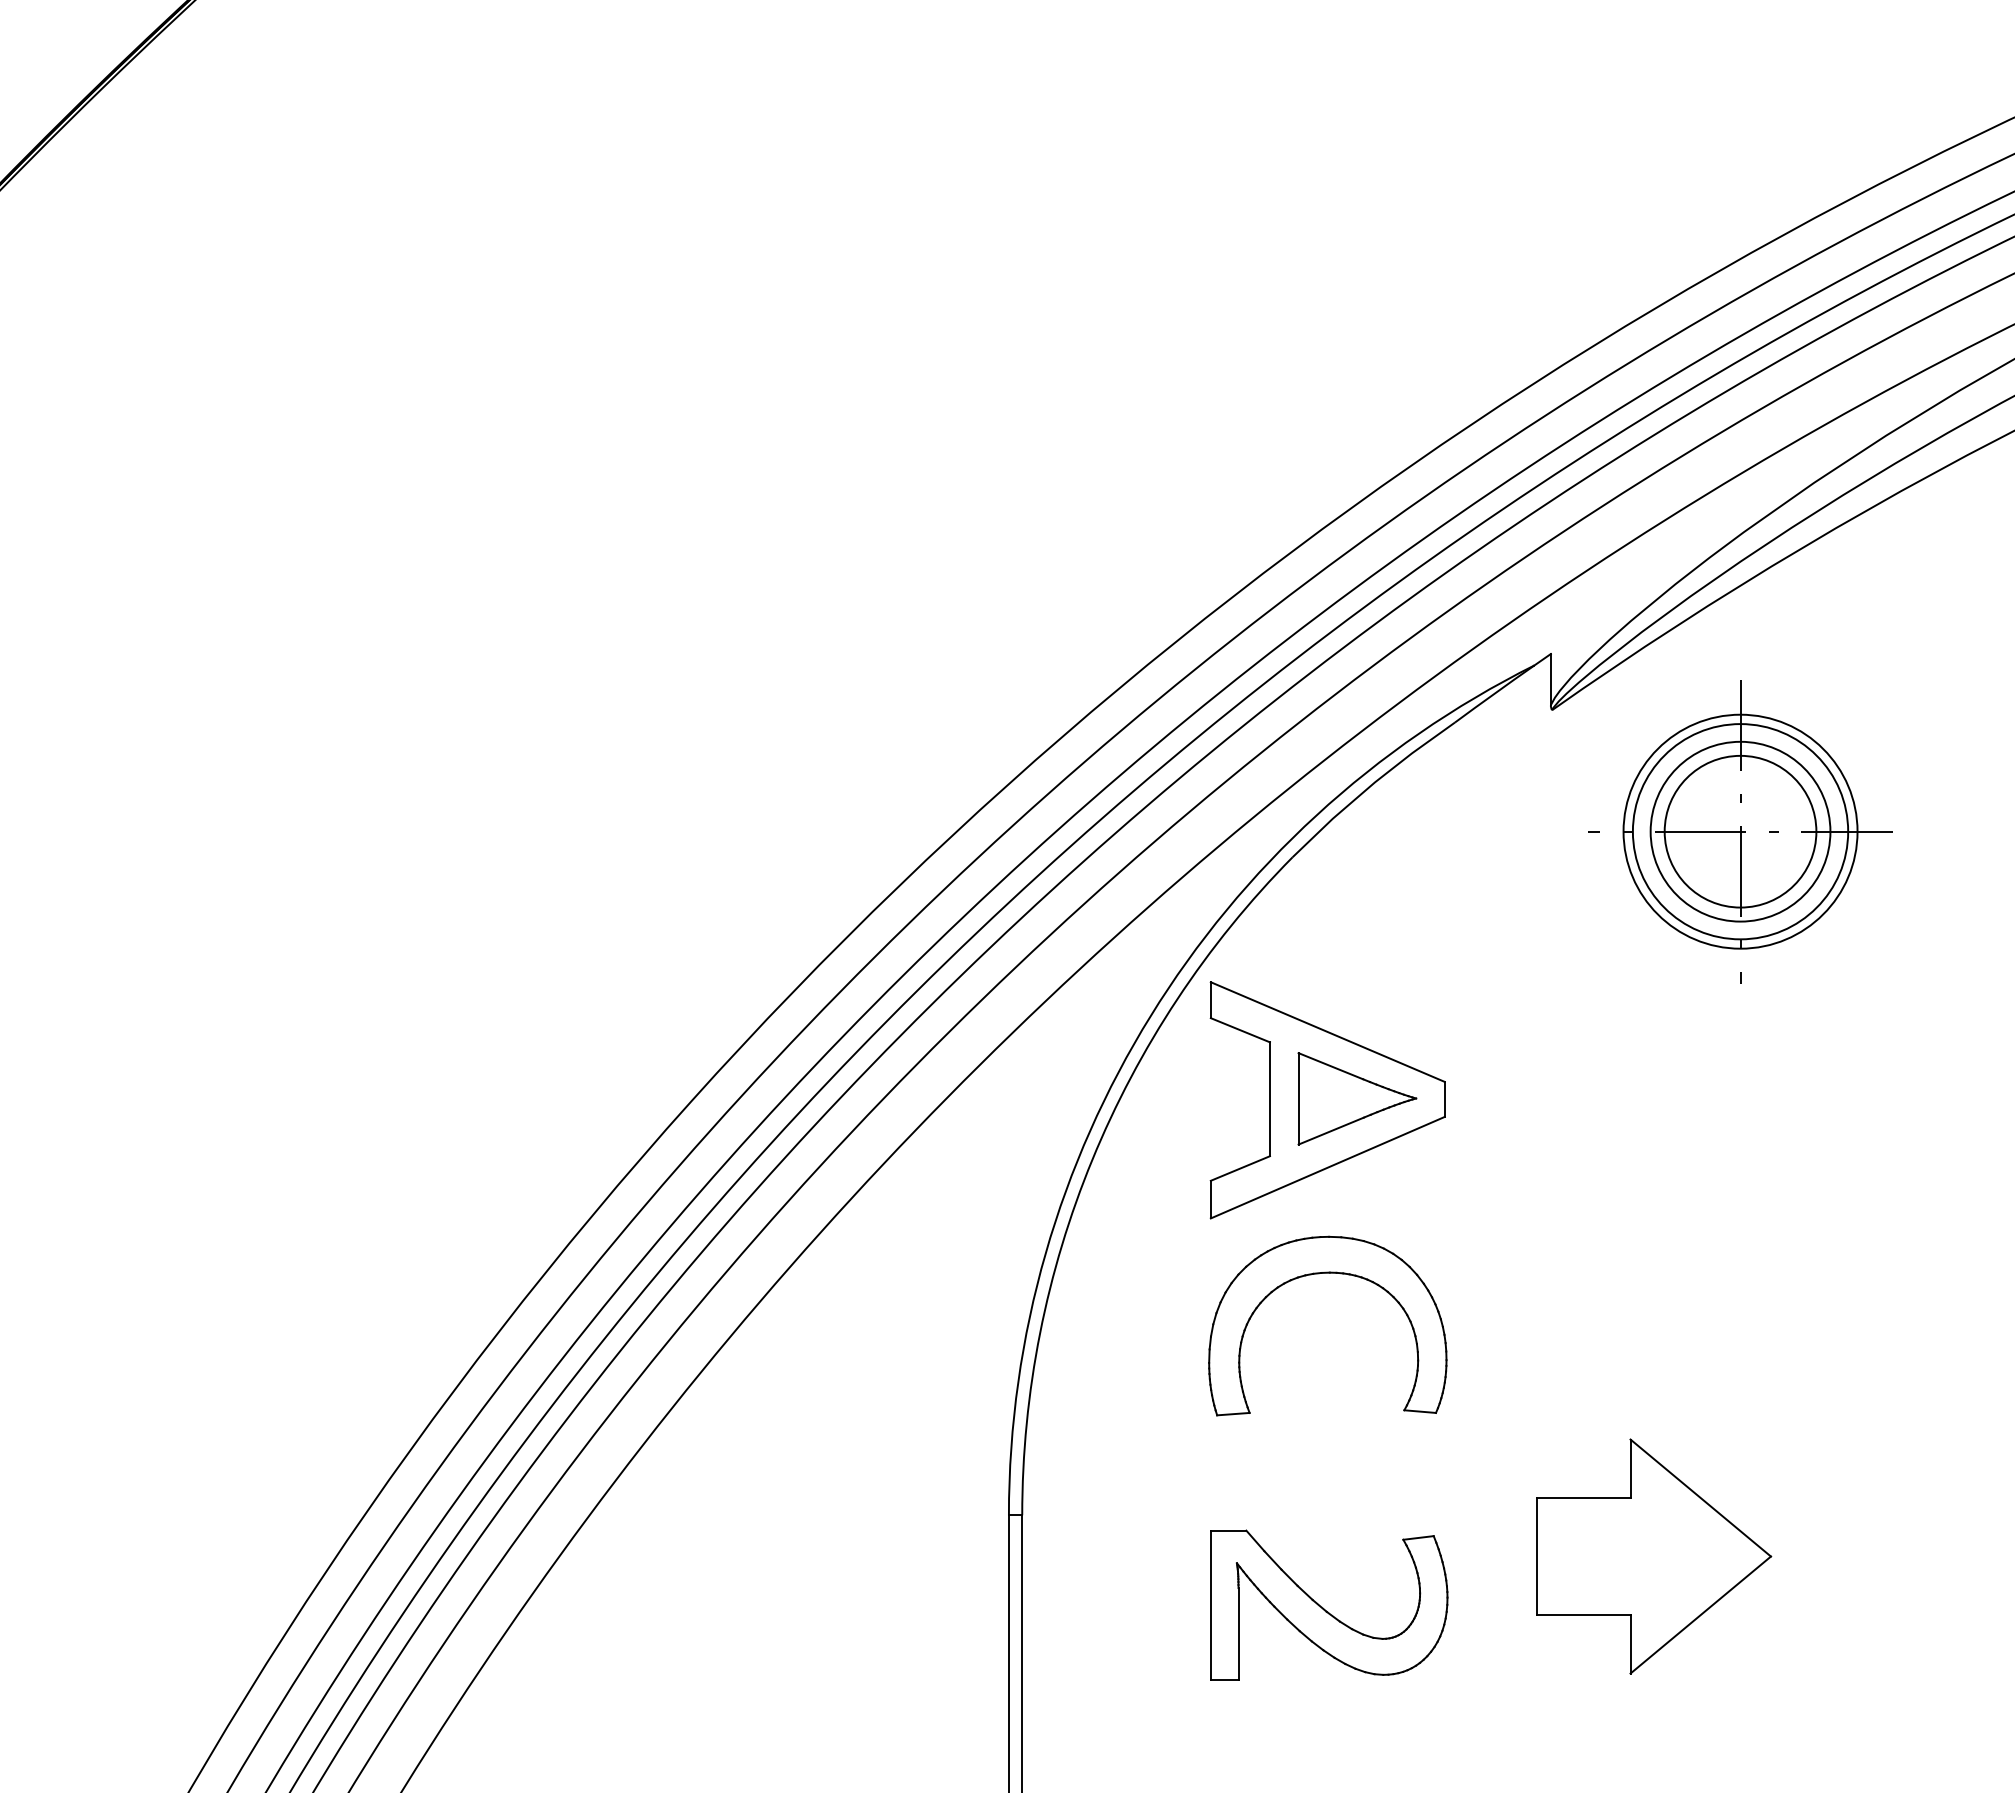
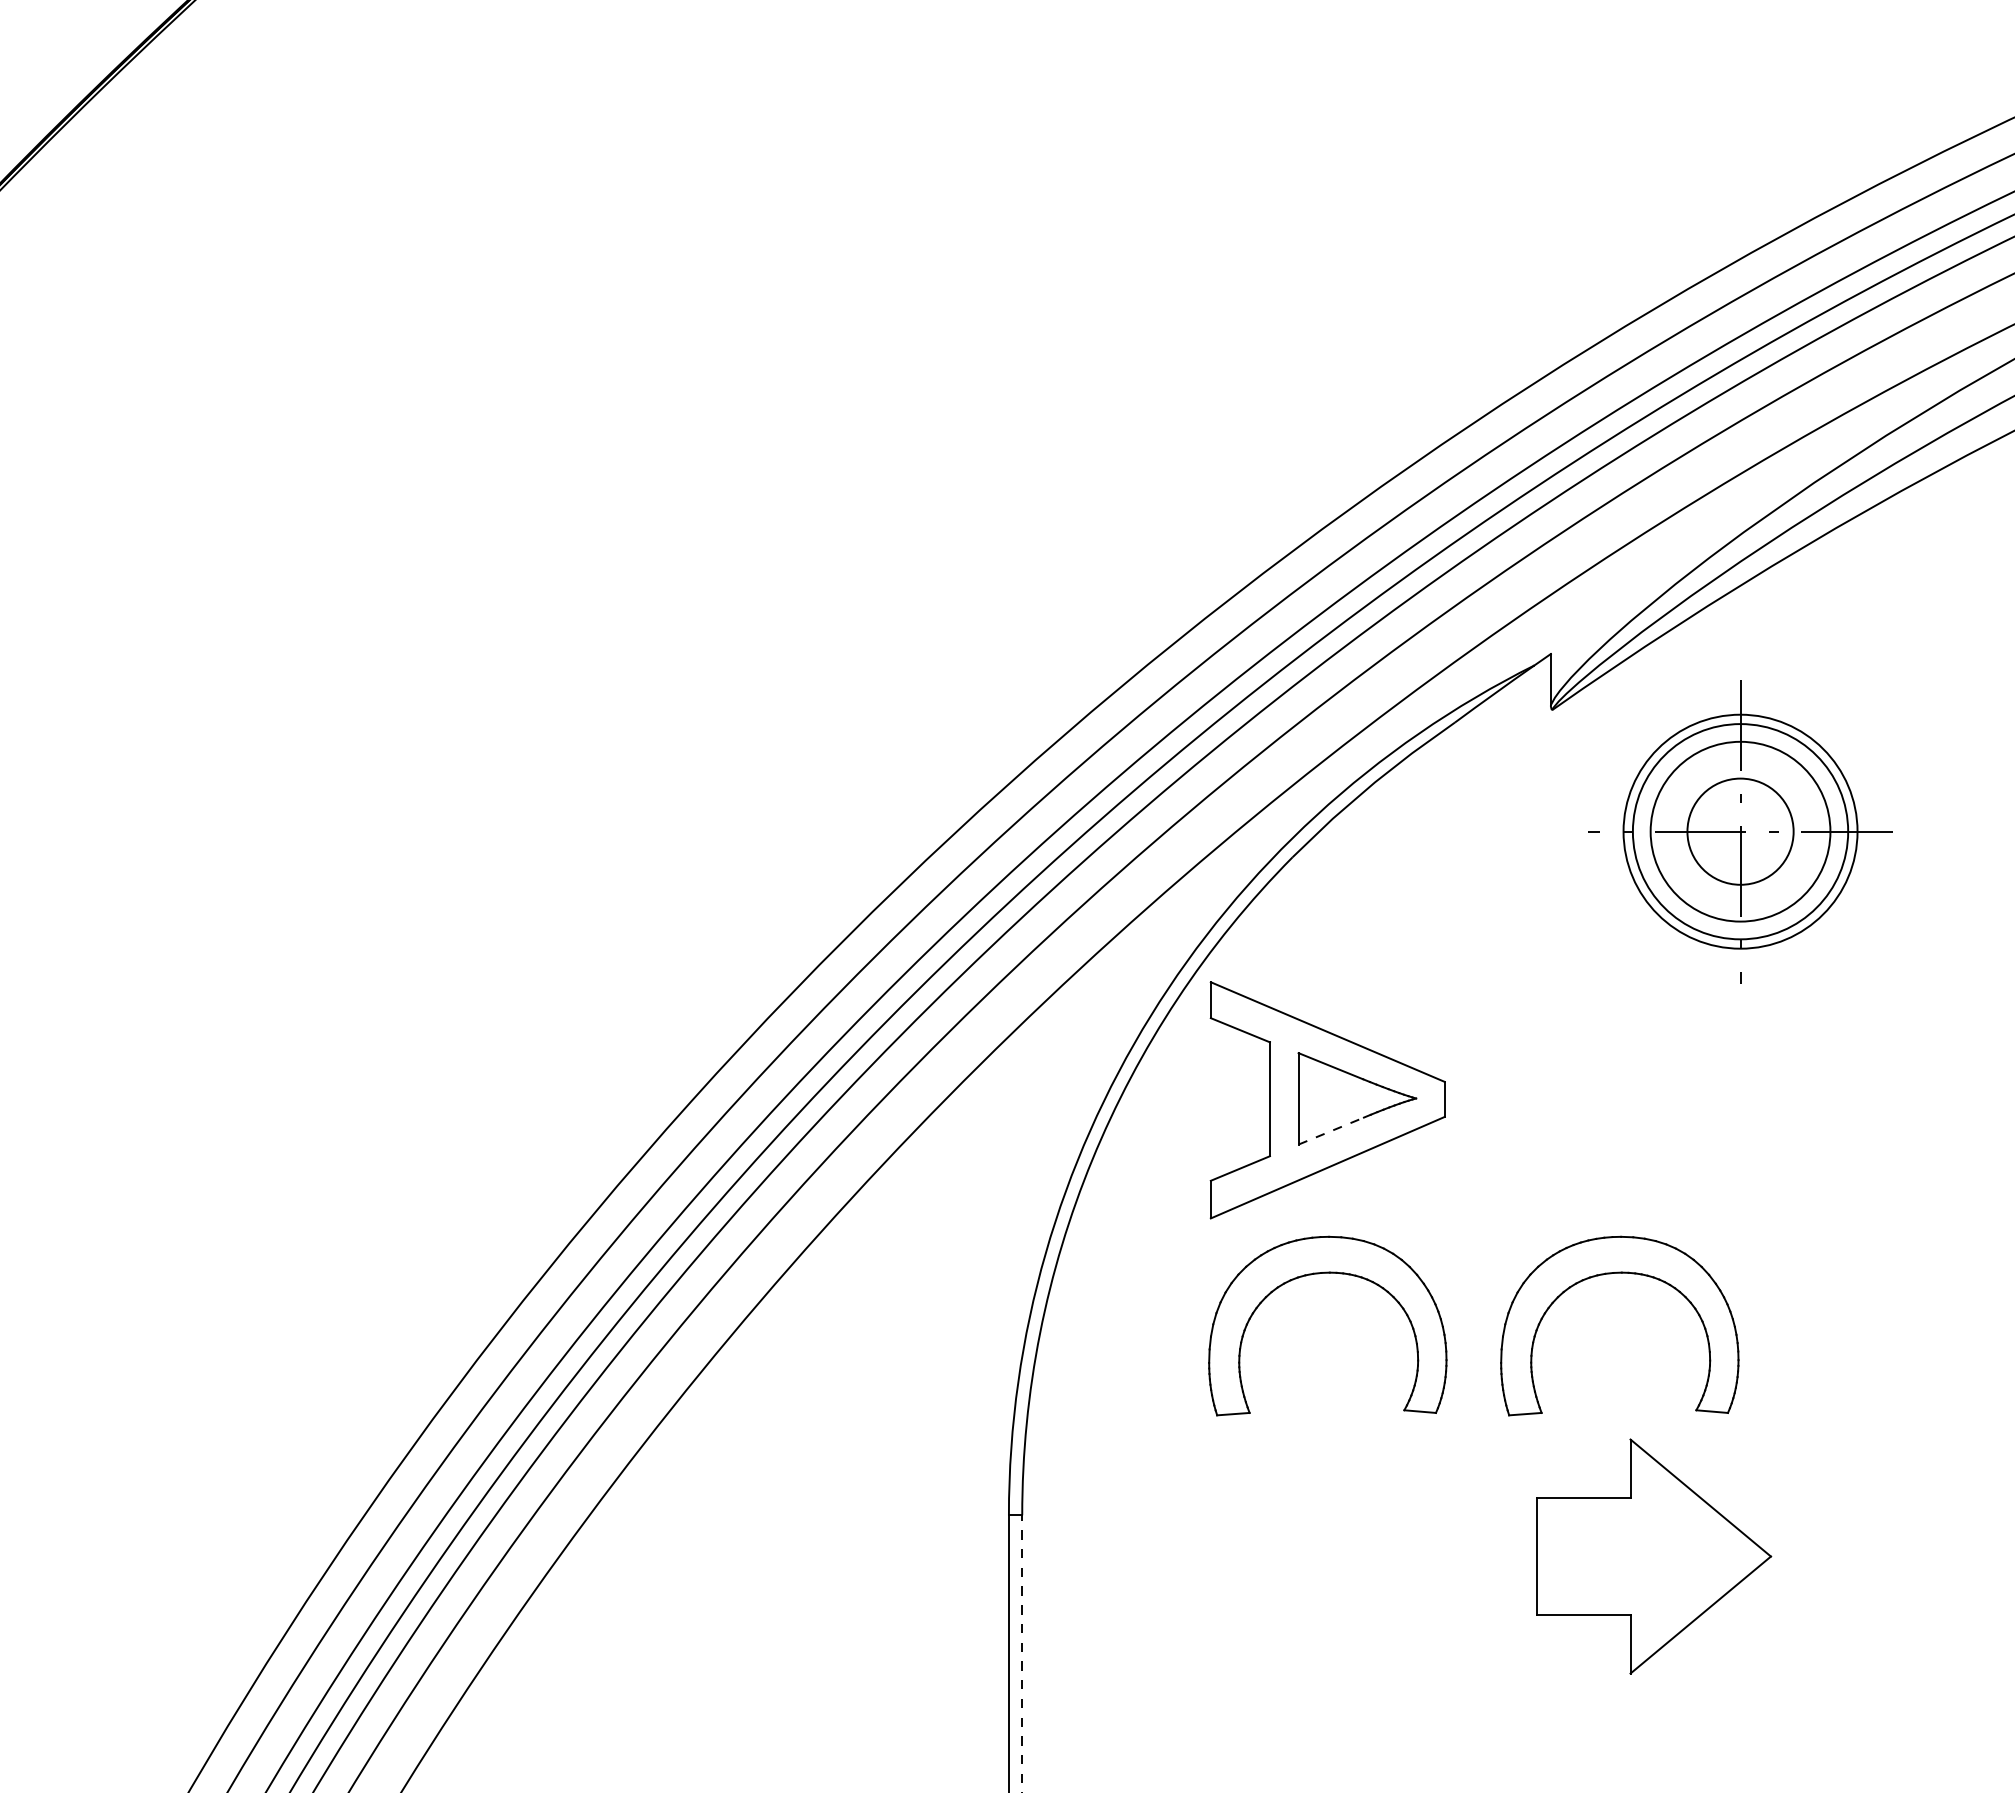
circle at (1740, 831) diameter: 152 px -> 106 px
line at (1331, 1130): solid -> dashed
part at (1611, 1274): none -> present
part at (1324, 1608): present -> none
line at (1022, 1653): solid -> dashed
